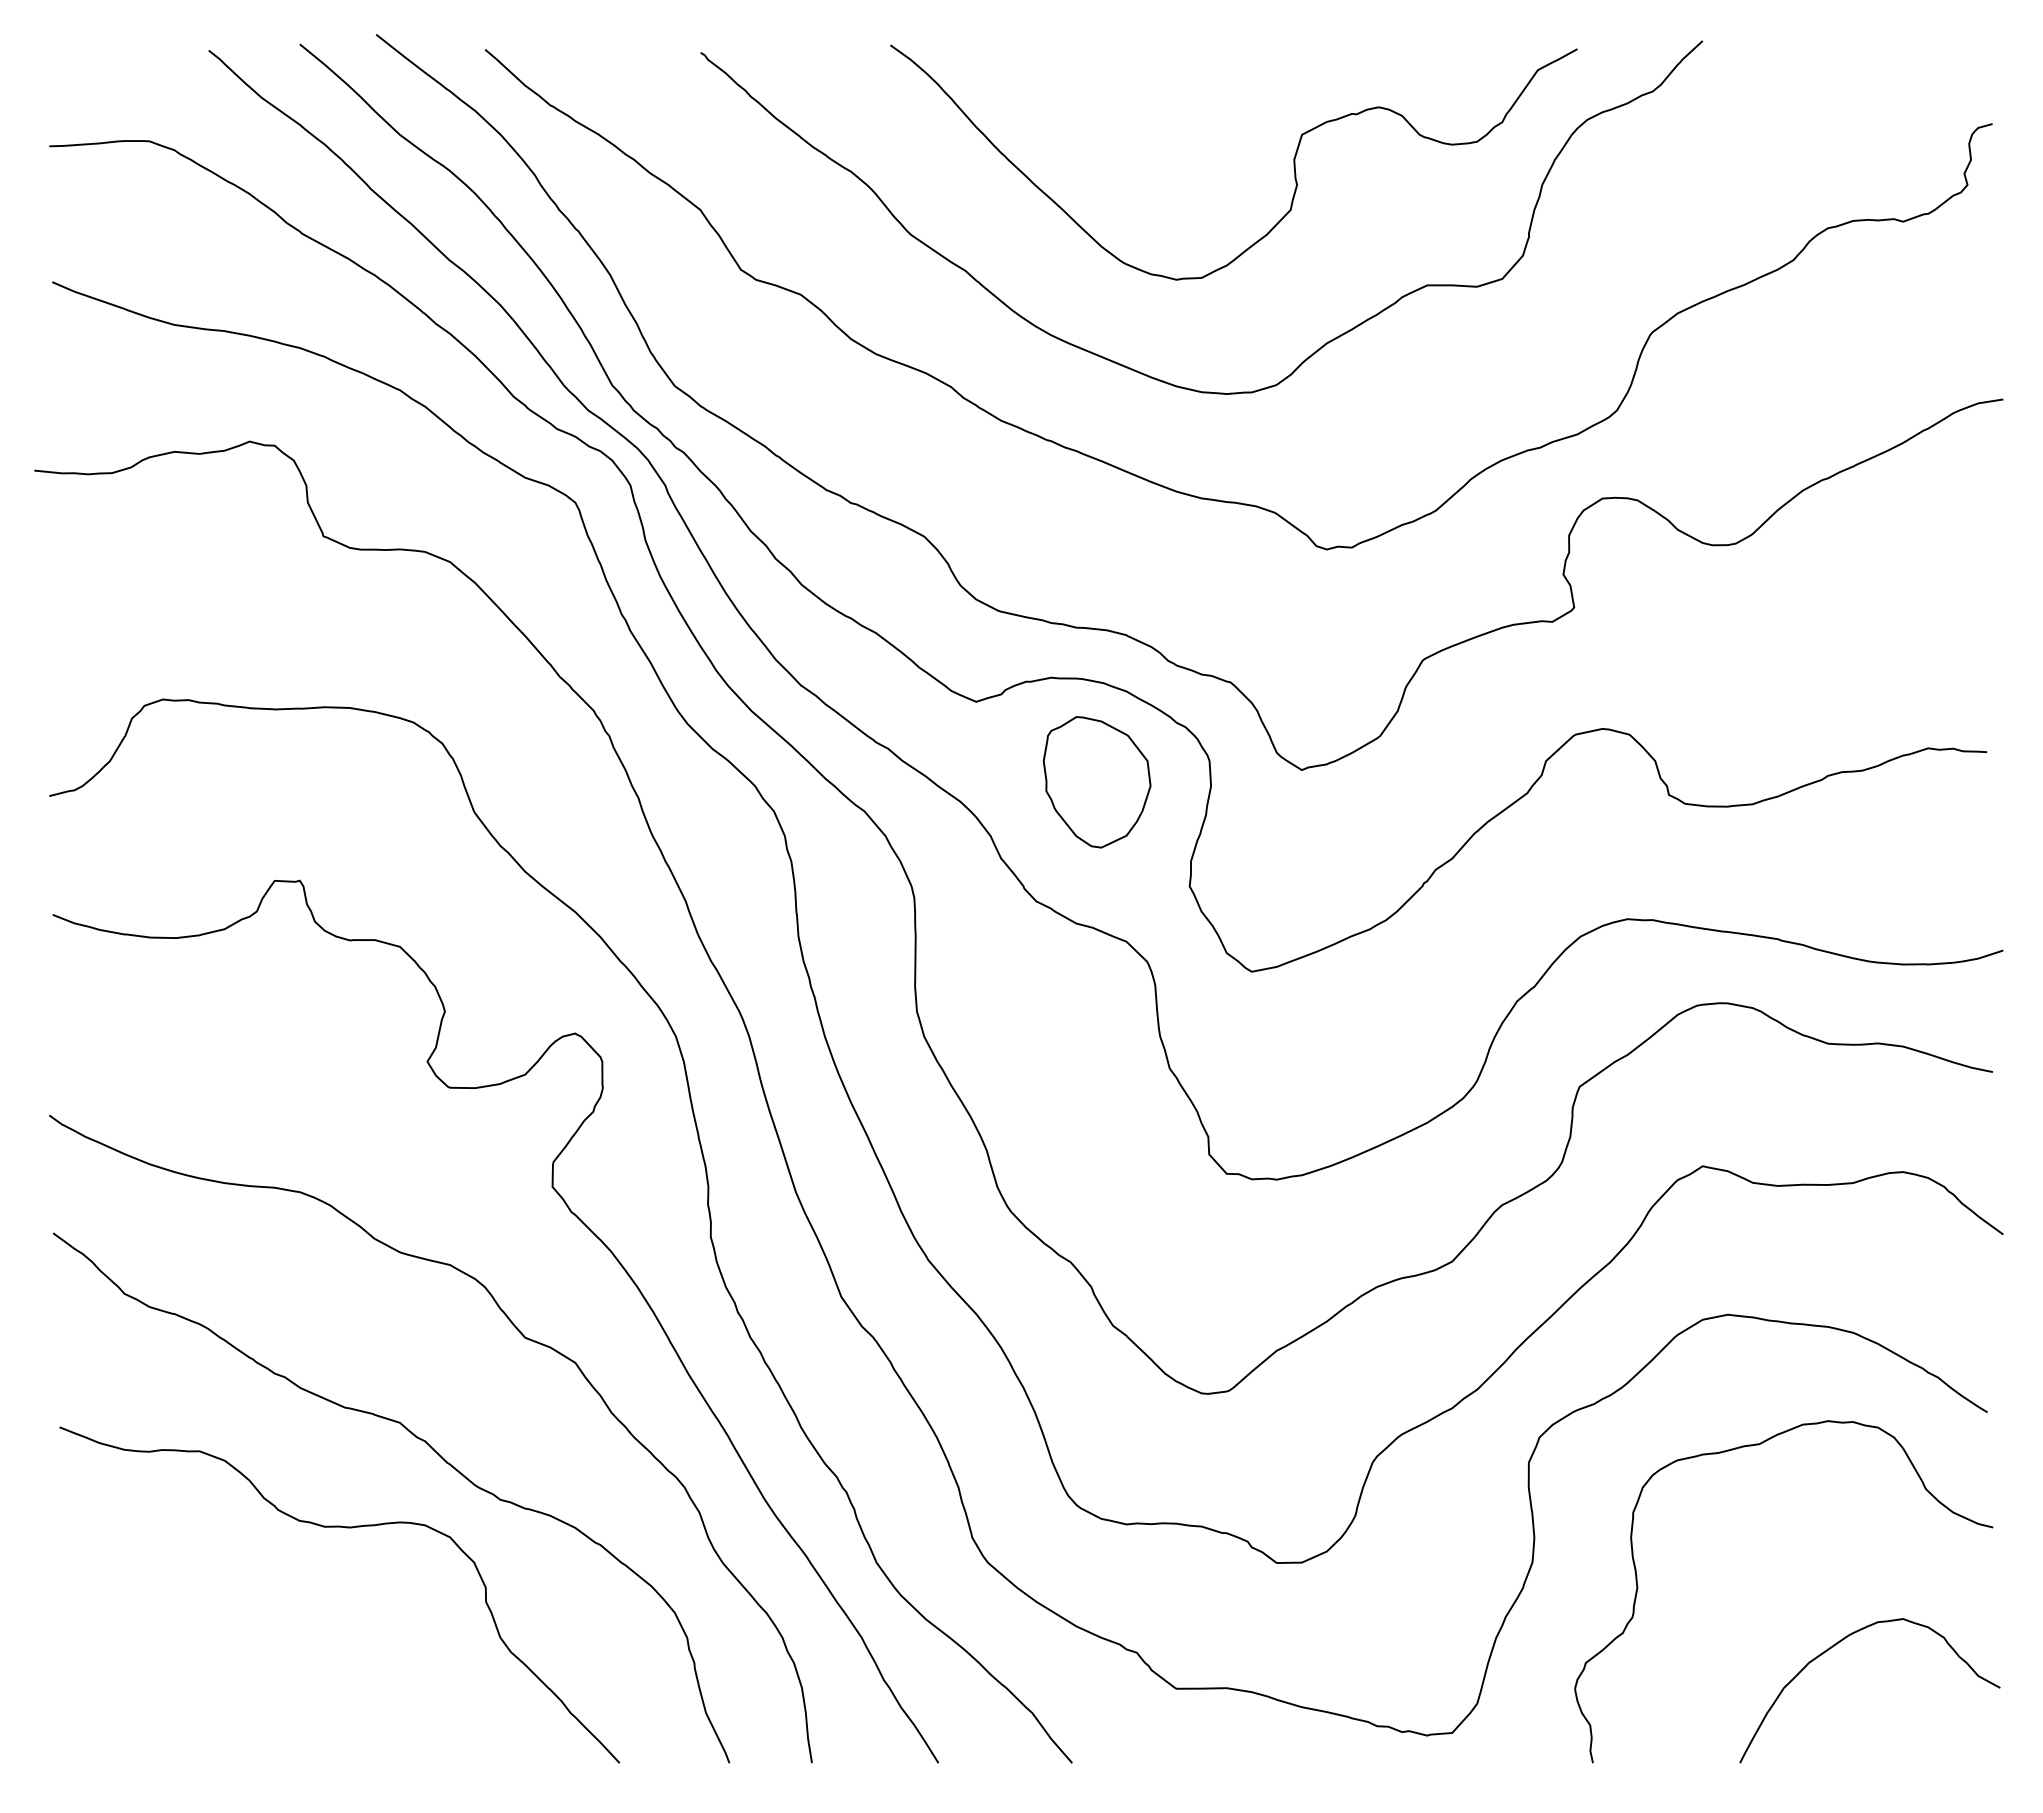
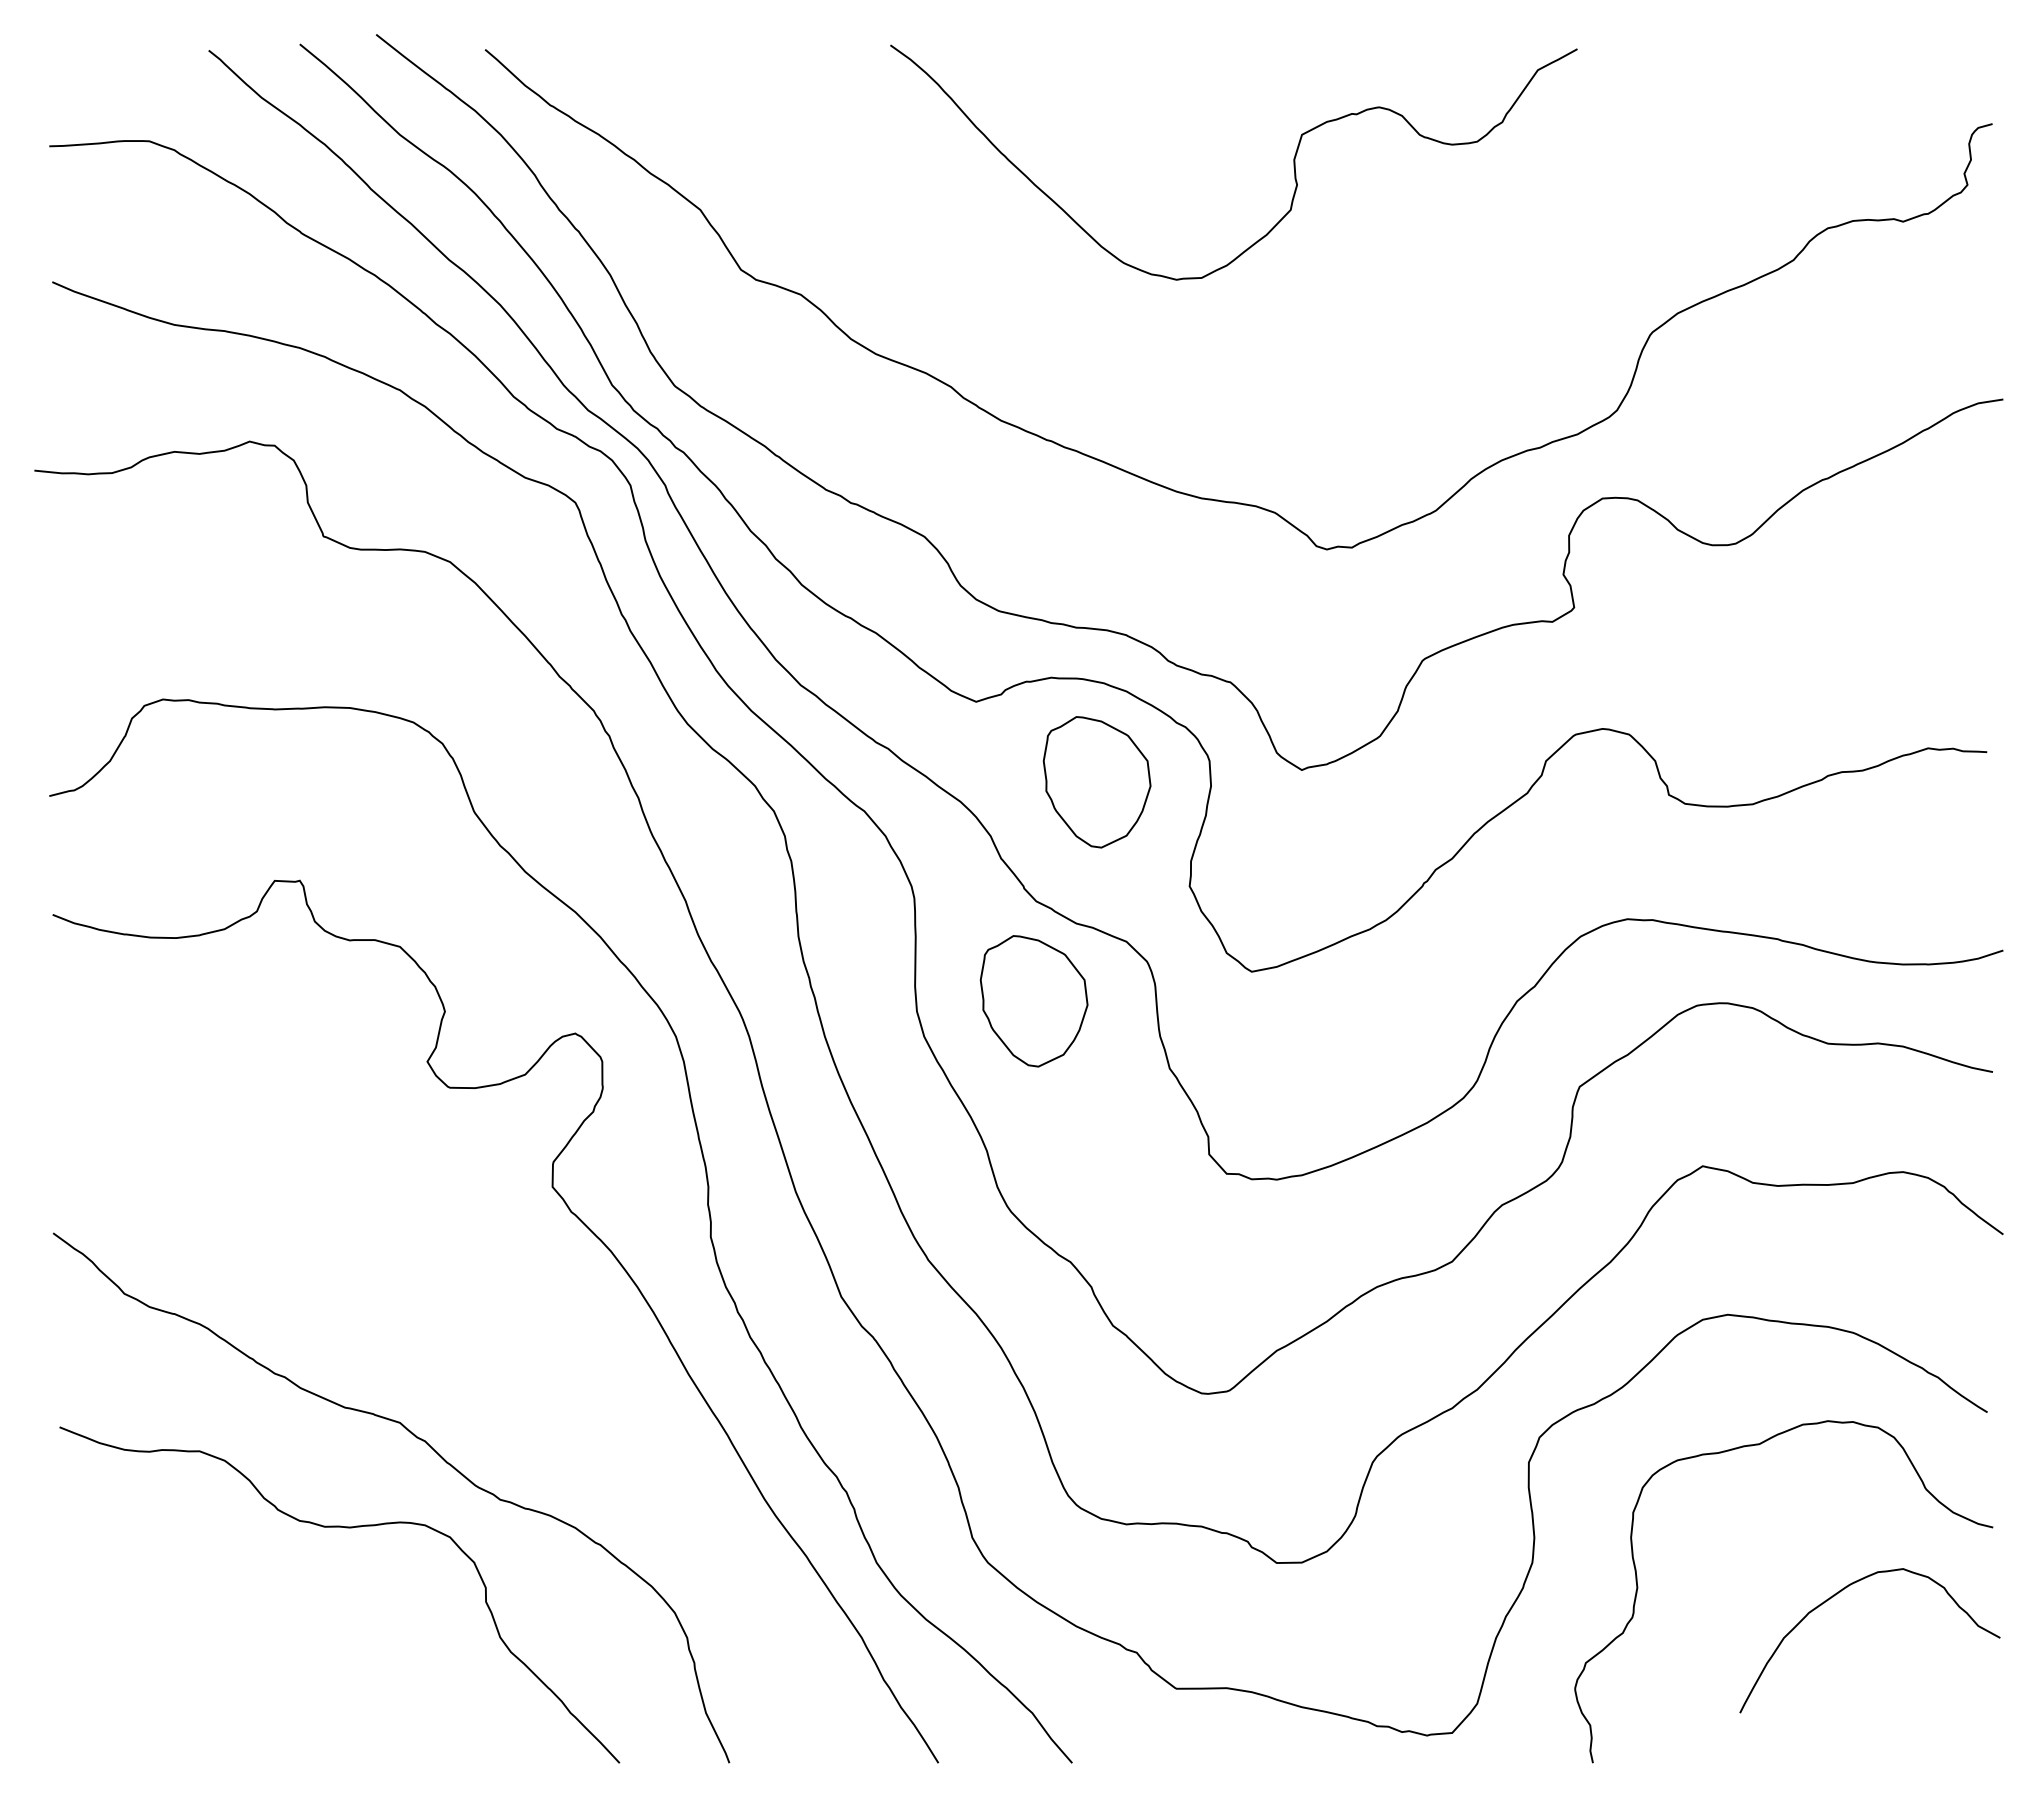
curve at (1135, 369): present -> none
part at (1033, 1001): none -> present
curve at (524, 1338): present -> none
curve at (1837, 1644) position: (1837, 1644) -> (1837, 1594)
